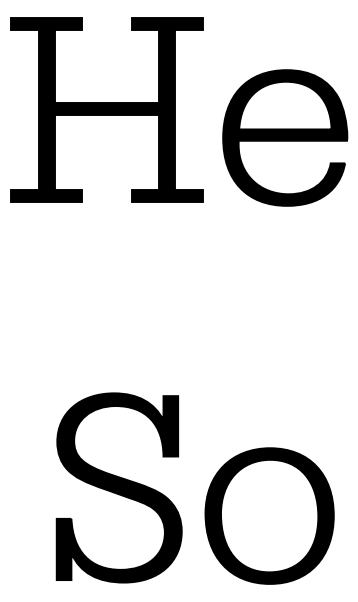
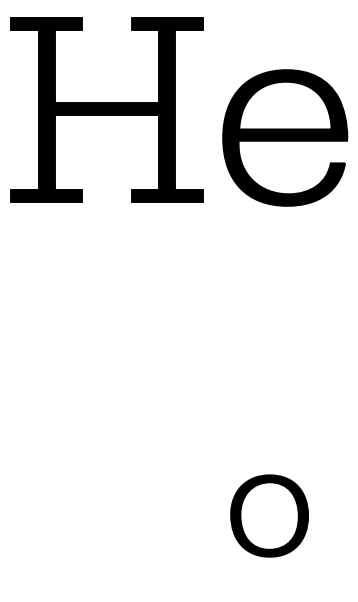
part at (118, 487): present -> none
part at (269, 515) size: 131x138 px -> 79x84 px
